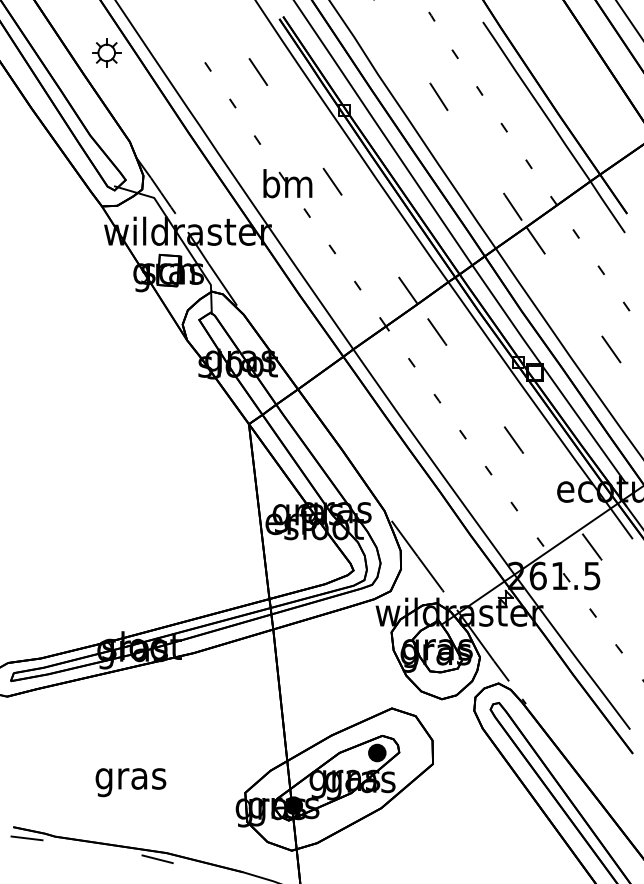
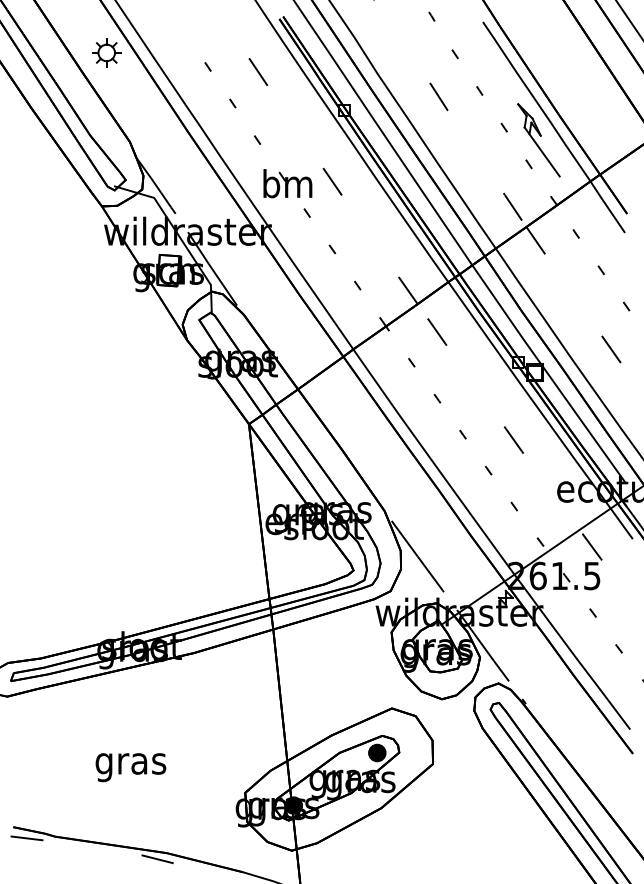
part at (538, 140): none -> present
text at (130, 782) position: (130, 782) -> (130, 767)
